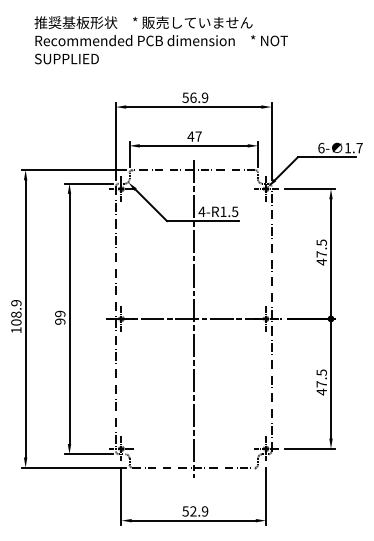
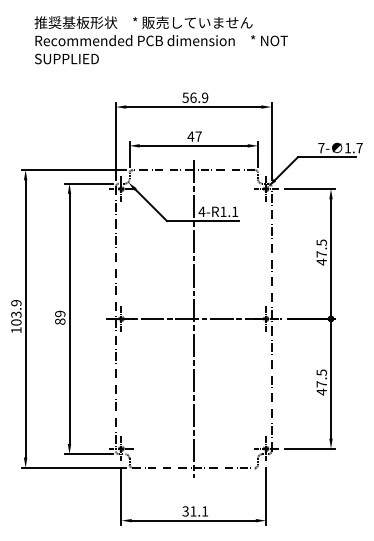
text at (321, 147): 6- -> 7-
text at (234, 211): 4-R1.5 -> 4-R1.1
text at (16, 314): 108.9 -> 103.9
text at (60, 321): 99 -> 89
text at (195, 511): 52.9 -> 31.1
